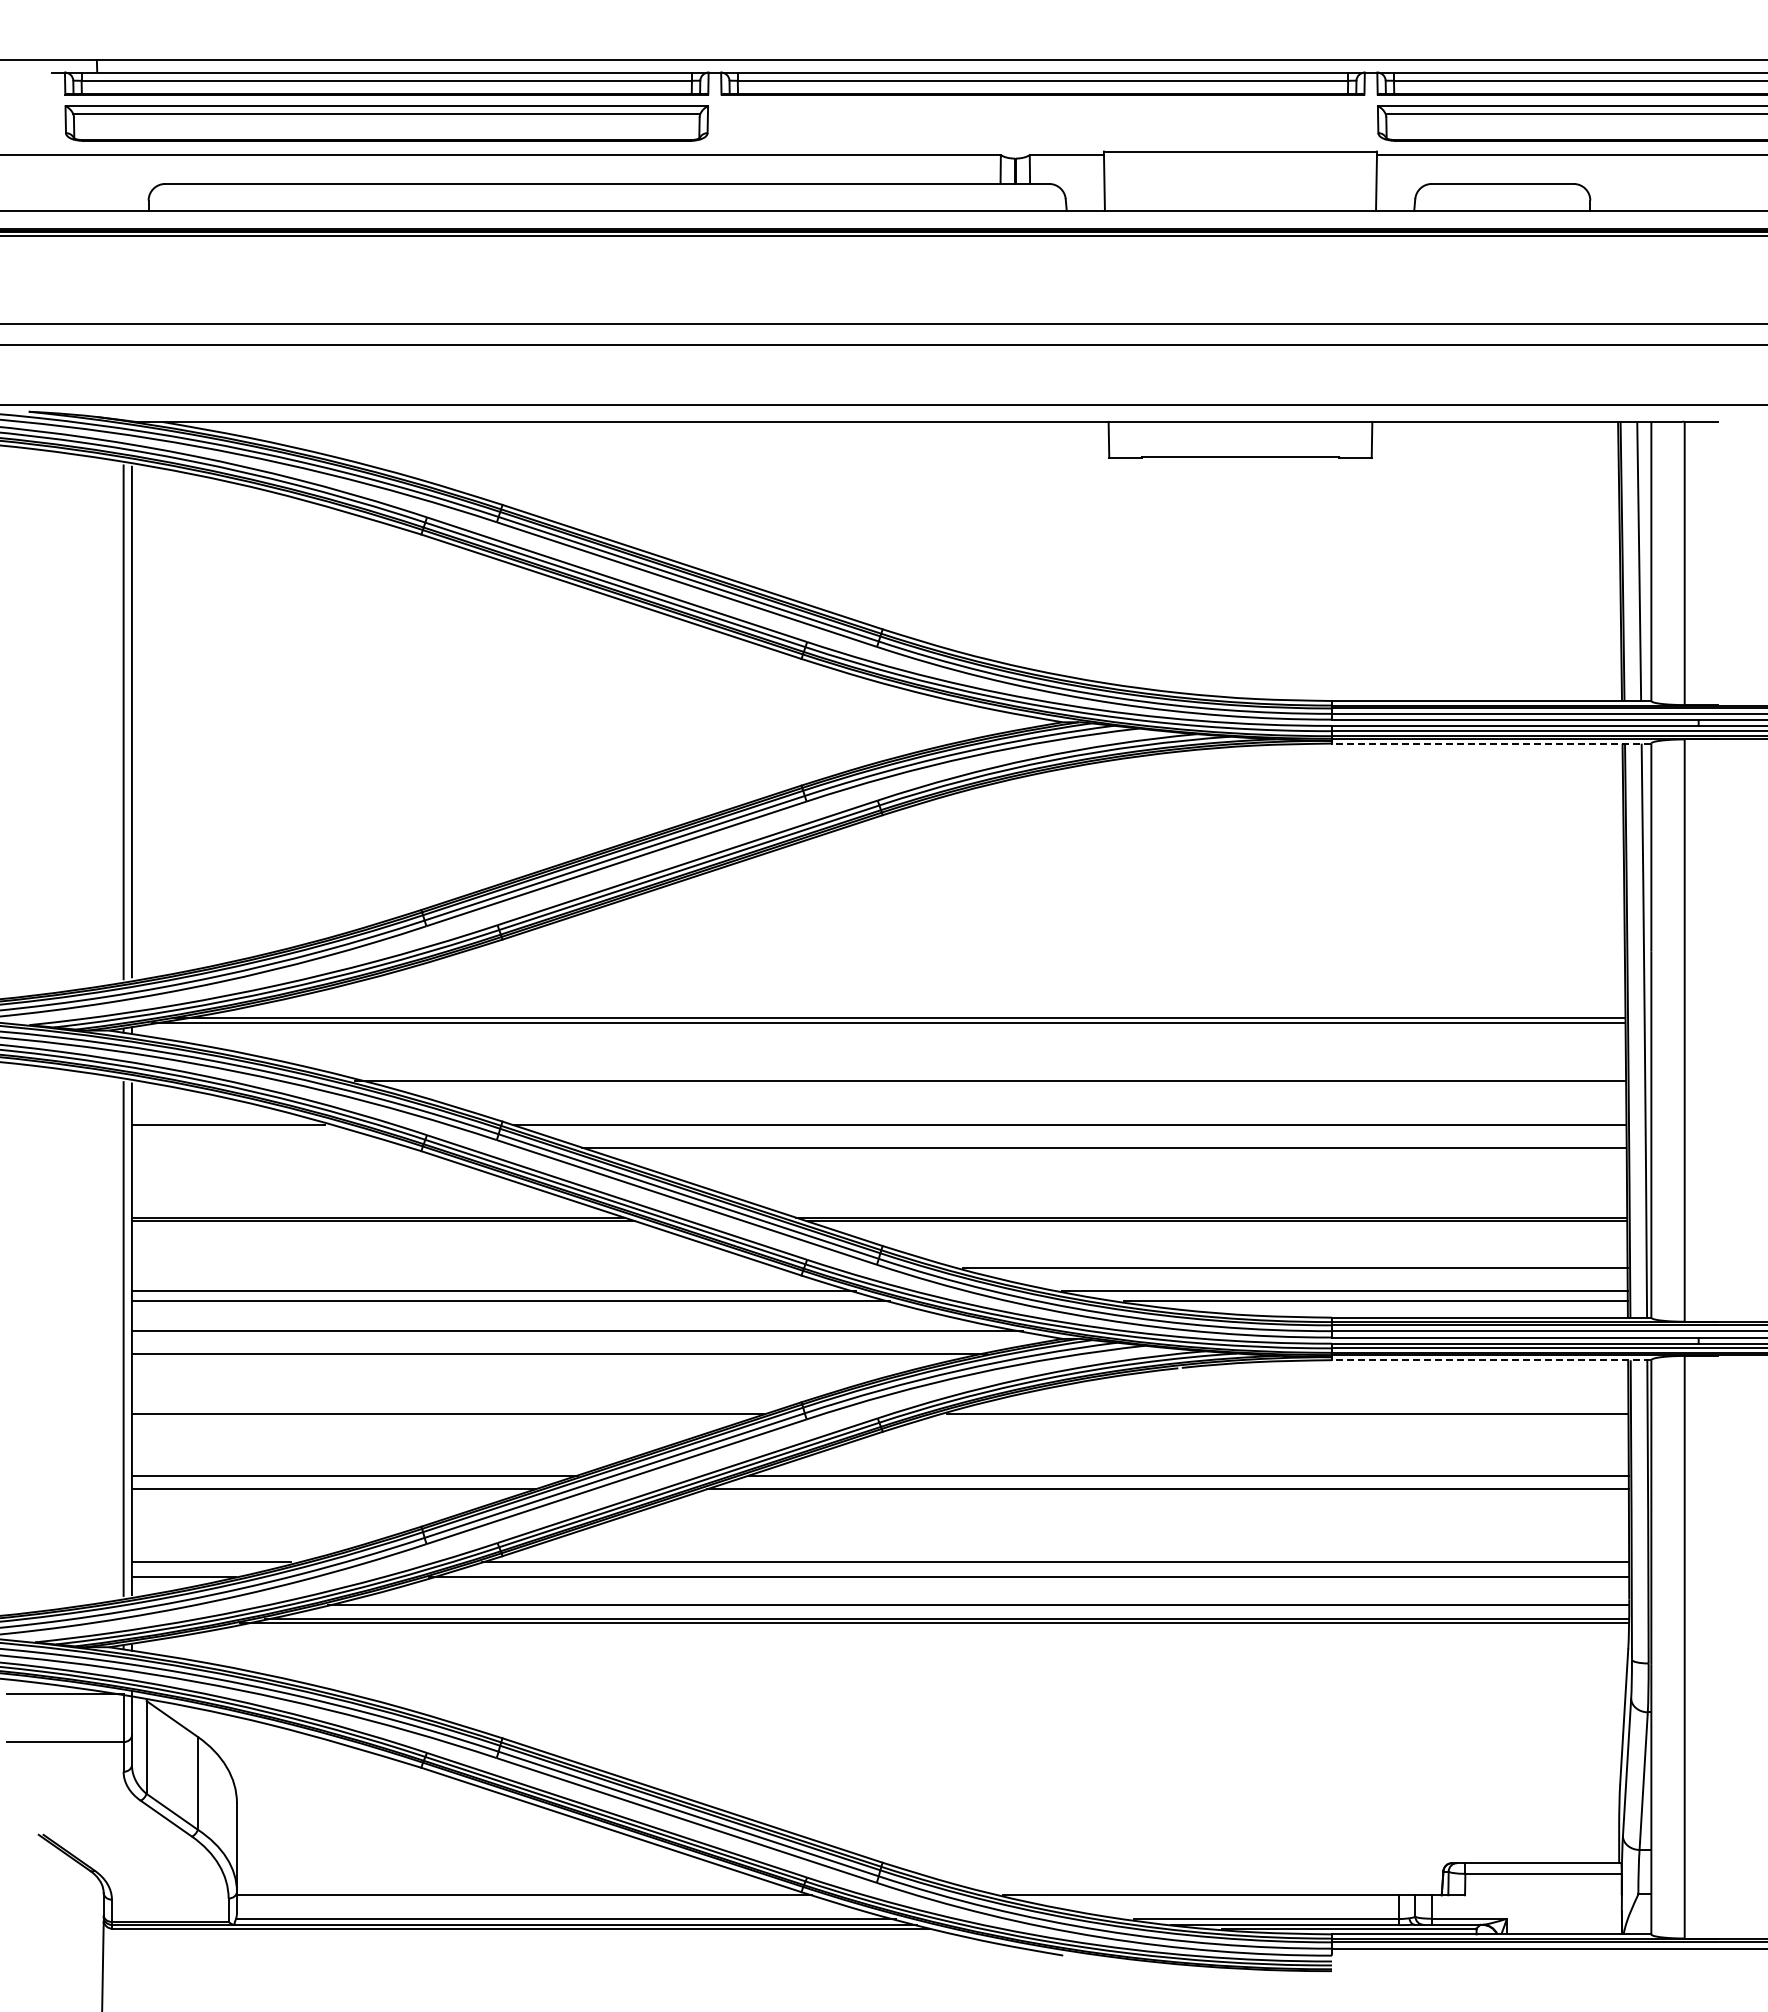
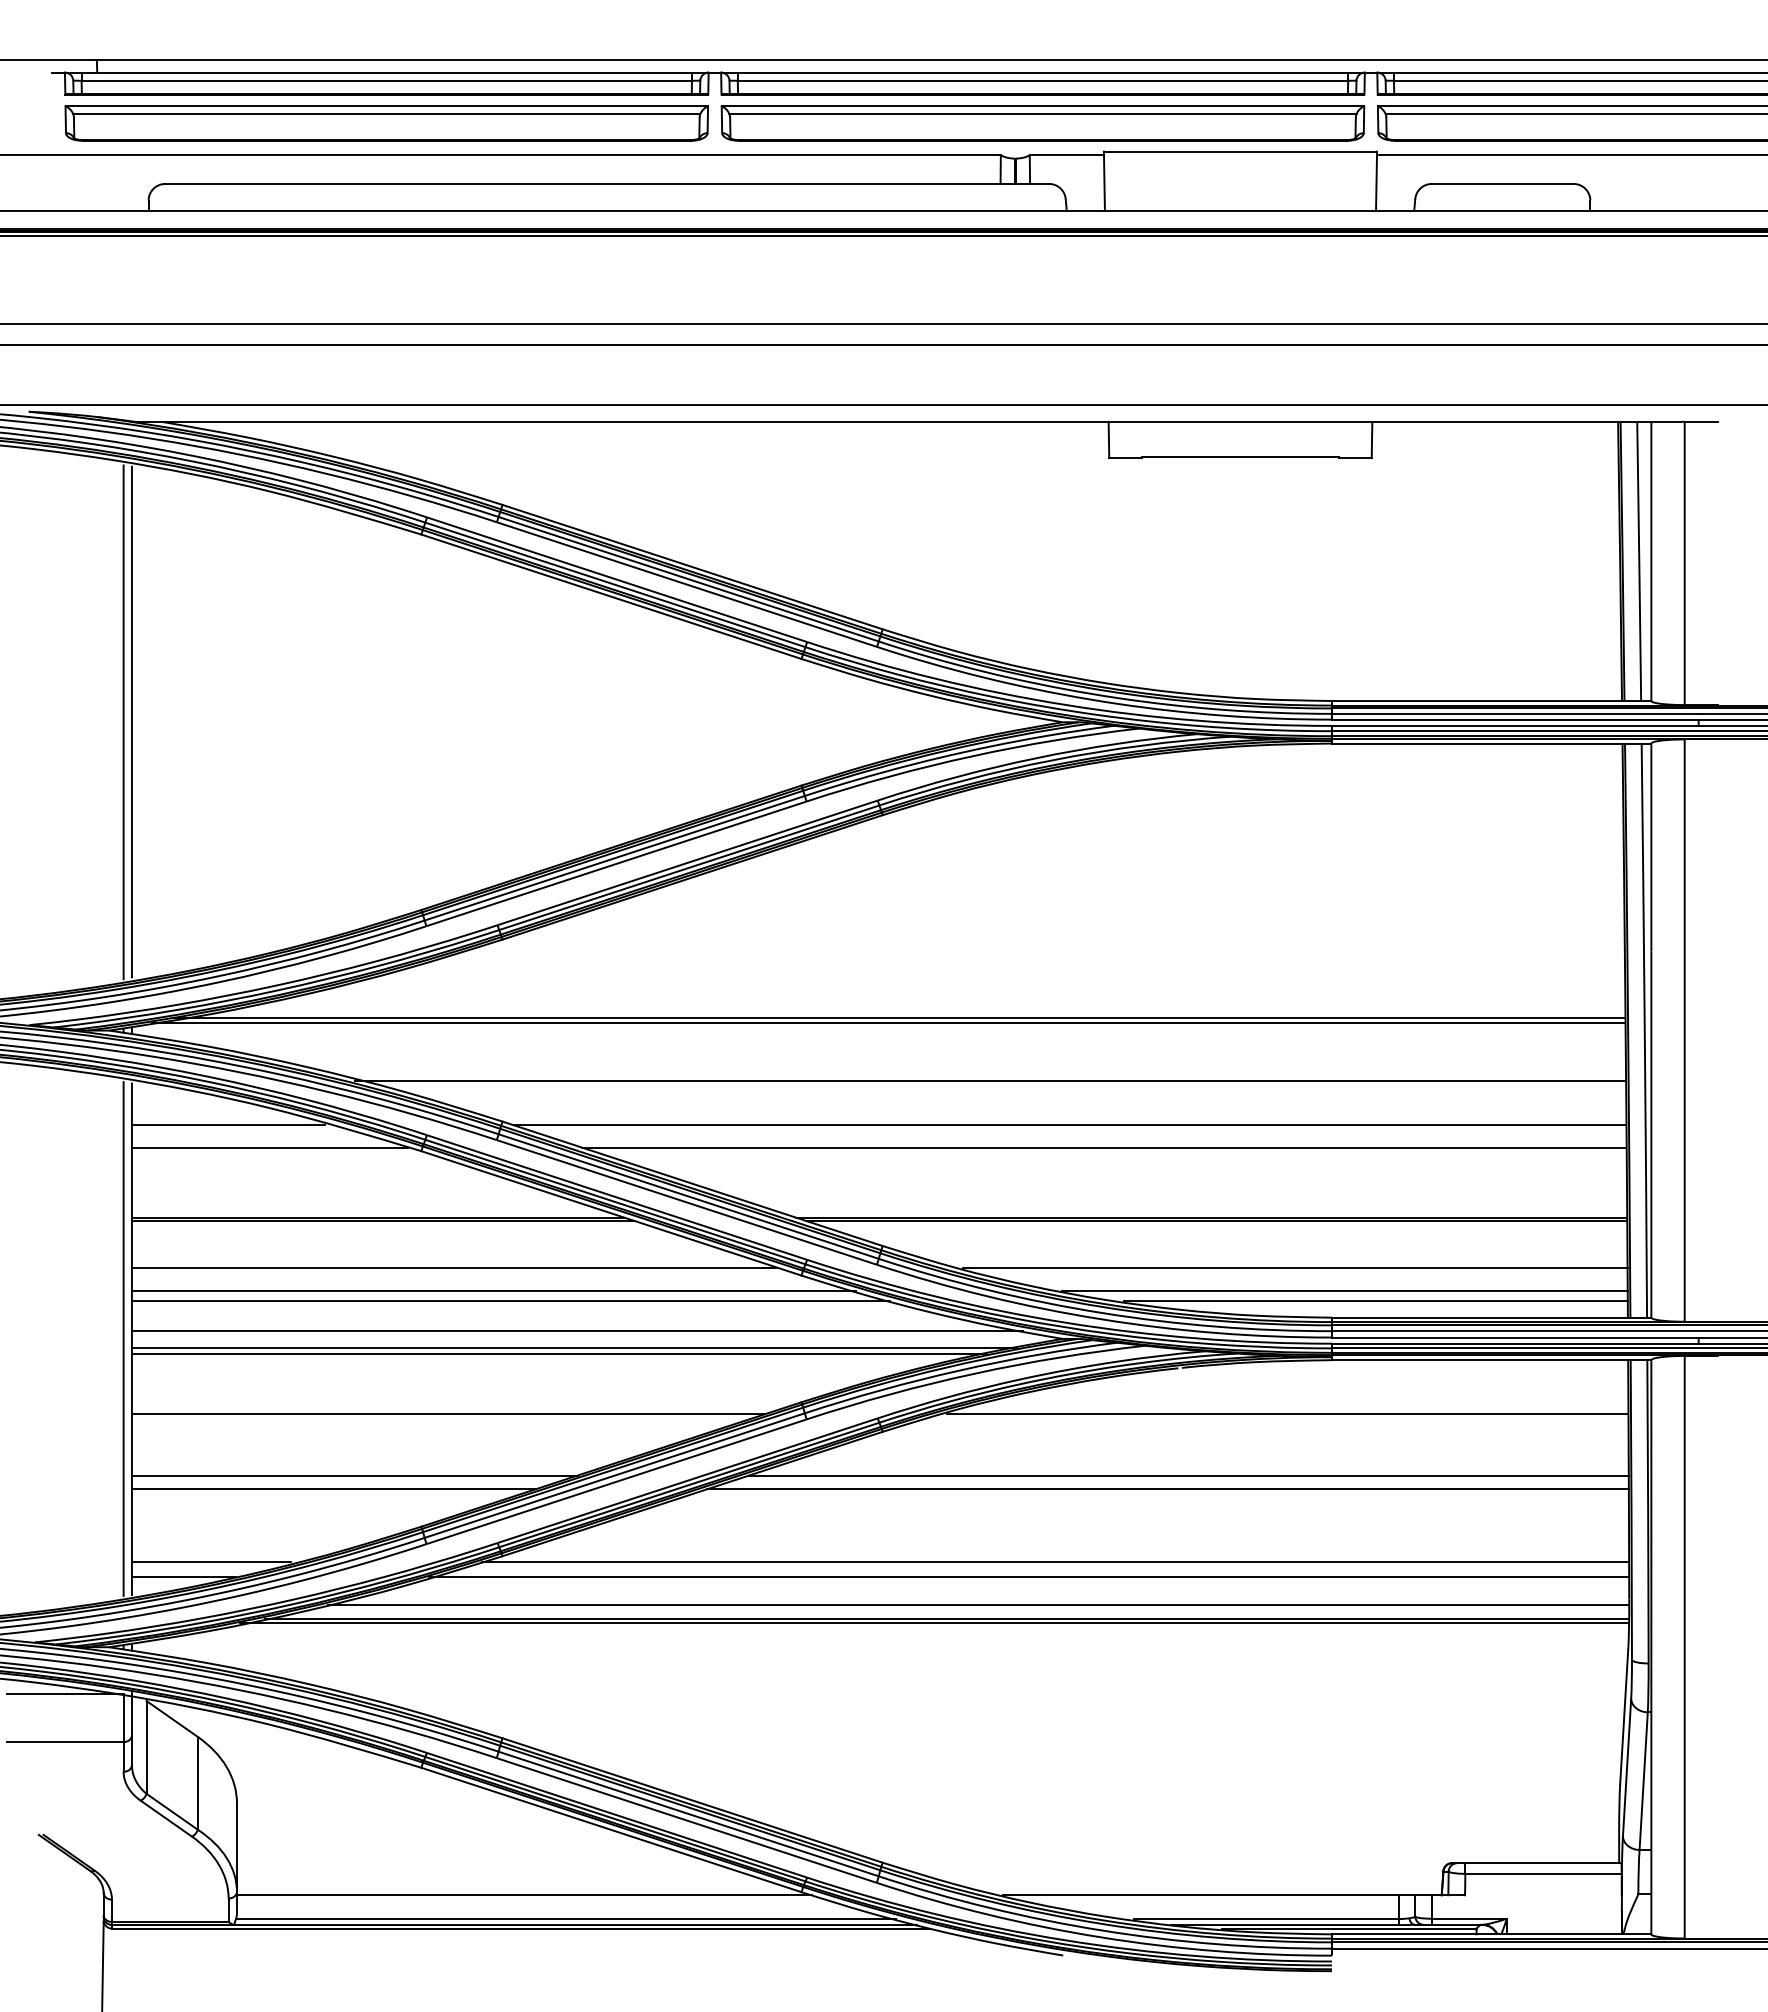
part at (1042, 123): none -> present
line at (1491, 743): dashed -> solid
line at (269, 1147): none -> present
line at (454, 1267): none -> present
line at (573, 1348): none -> present
line at (1491, 1360): dashed -> solid
